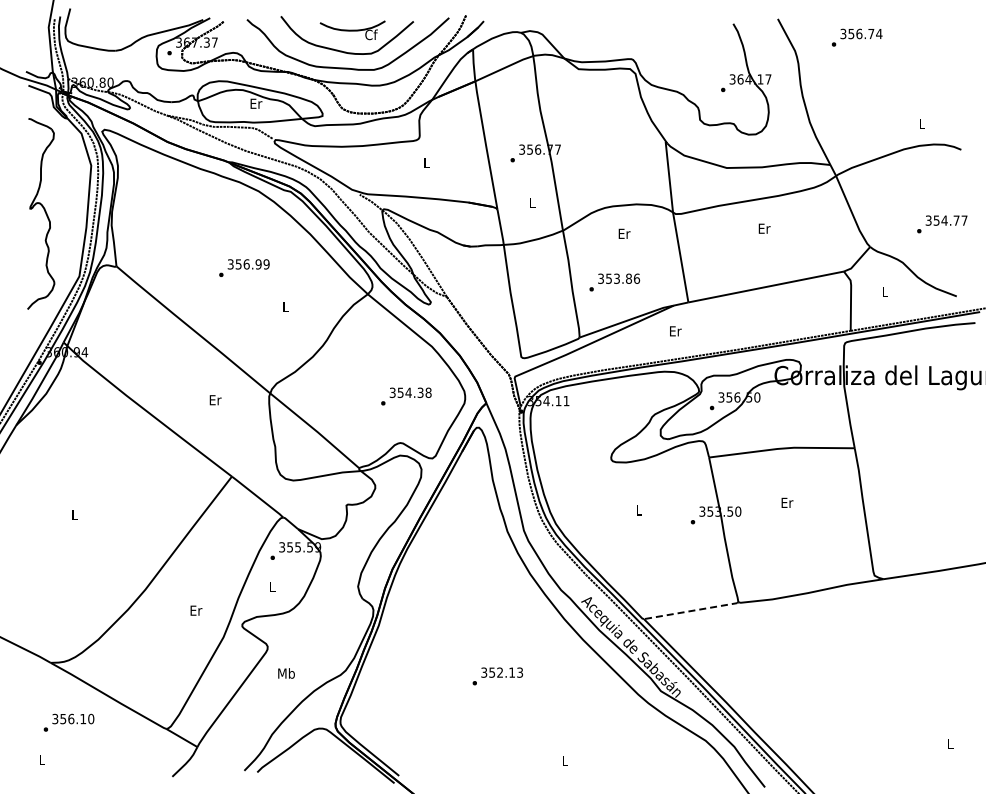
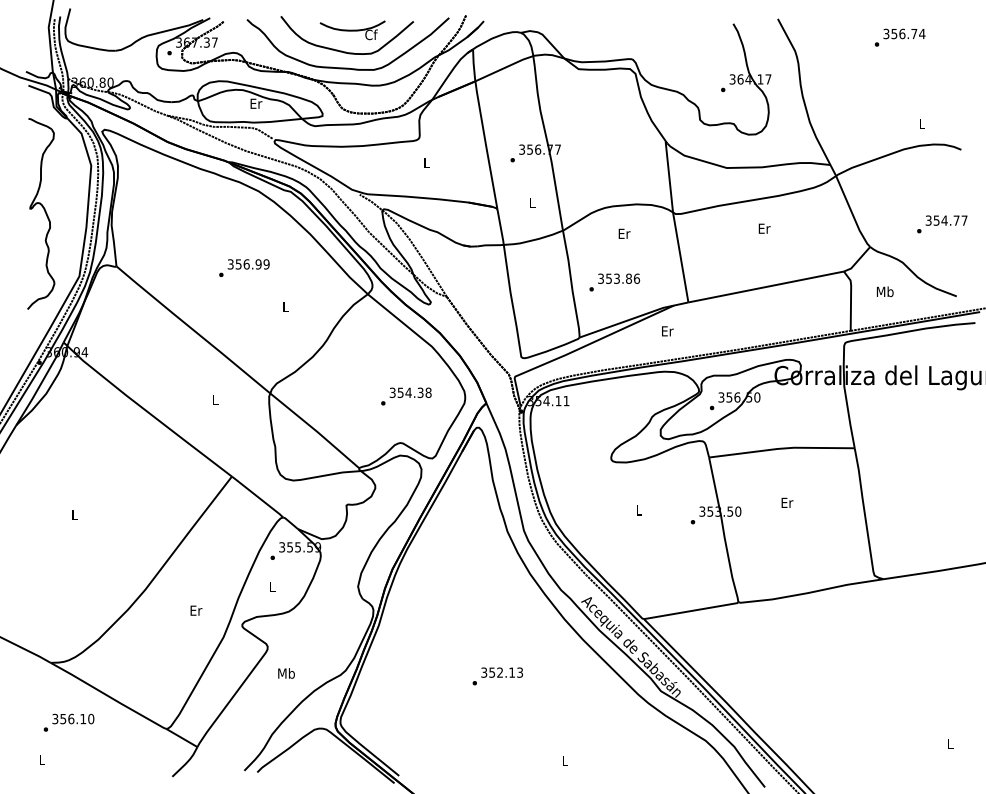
text at (857, 37) position: (857, 37) -> (900, 37)
text at (884, 291): L -> Mb
text at (675, 331) position: (675, 331) -> (667, 331)
text at (215, 400): Er -> L
line at (692, 610): dashed -> solid
